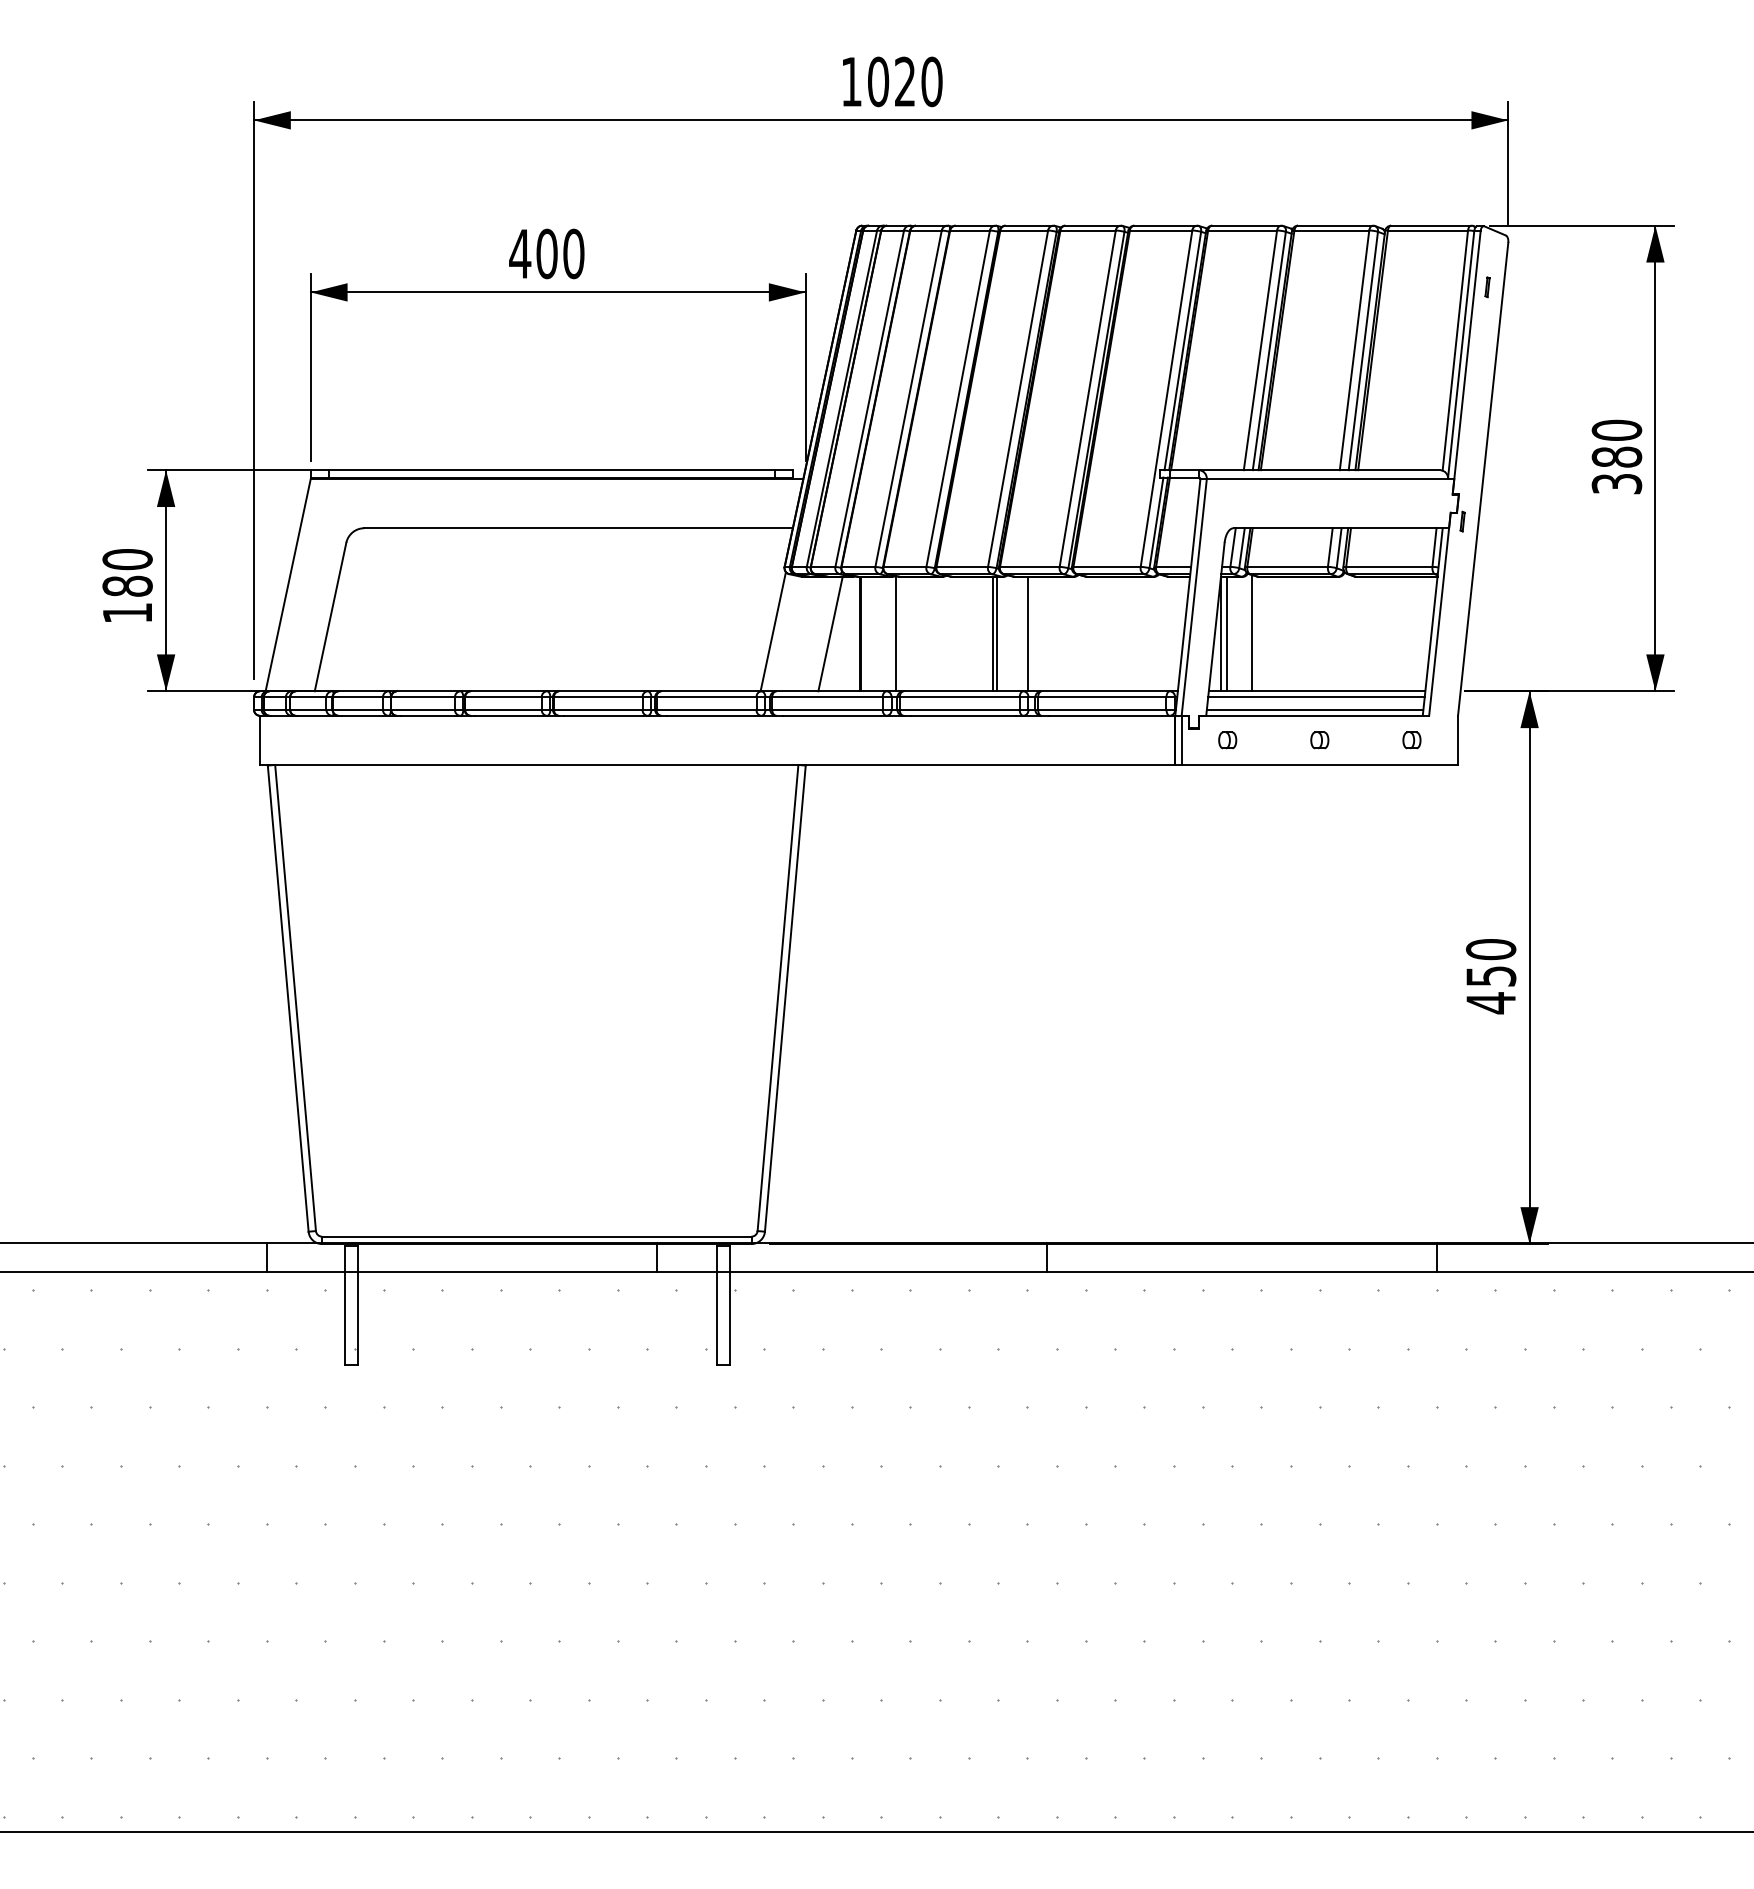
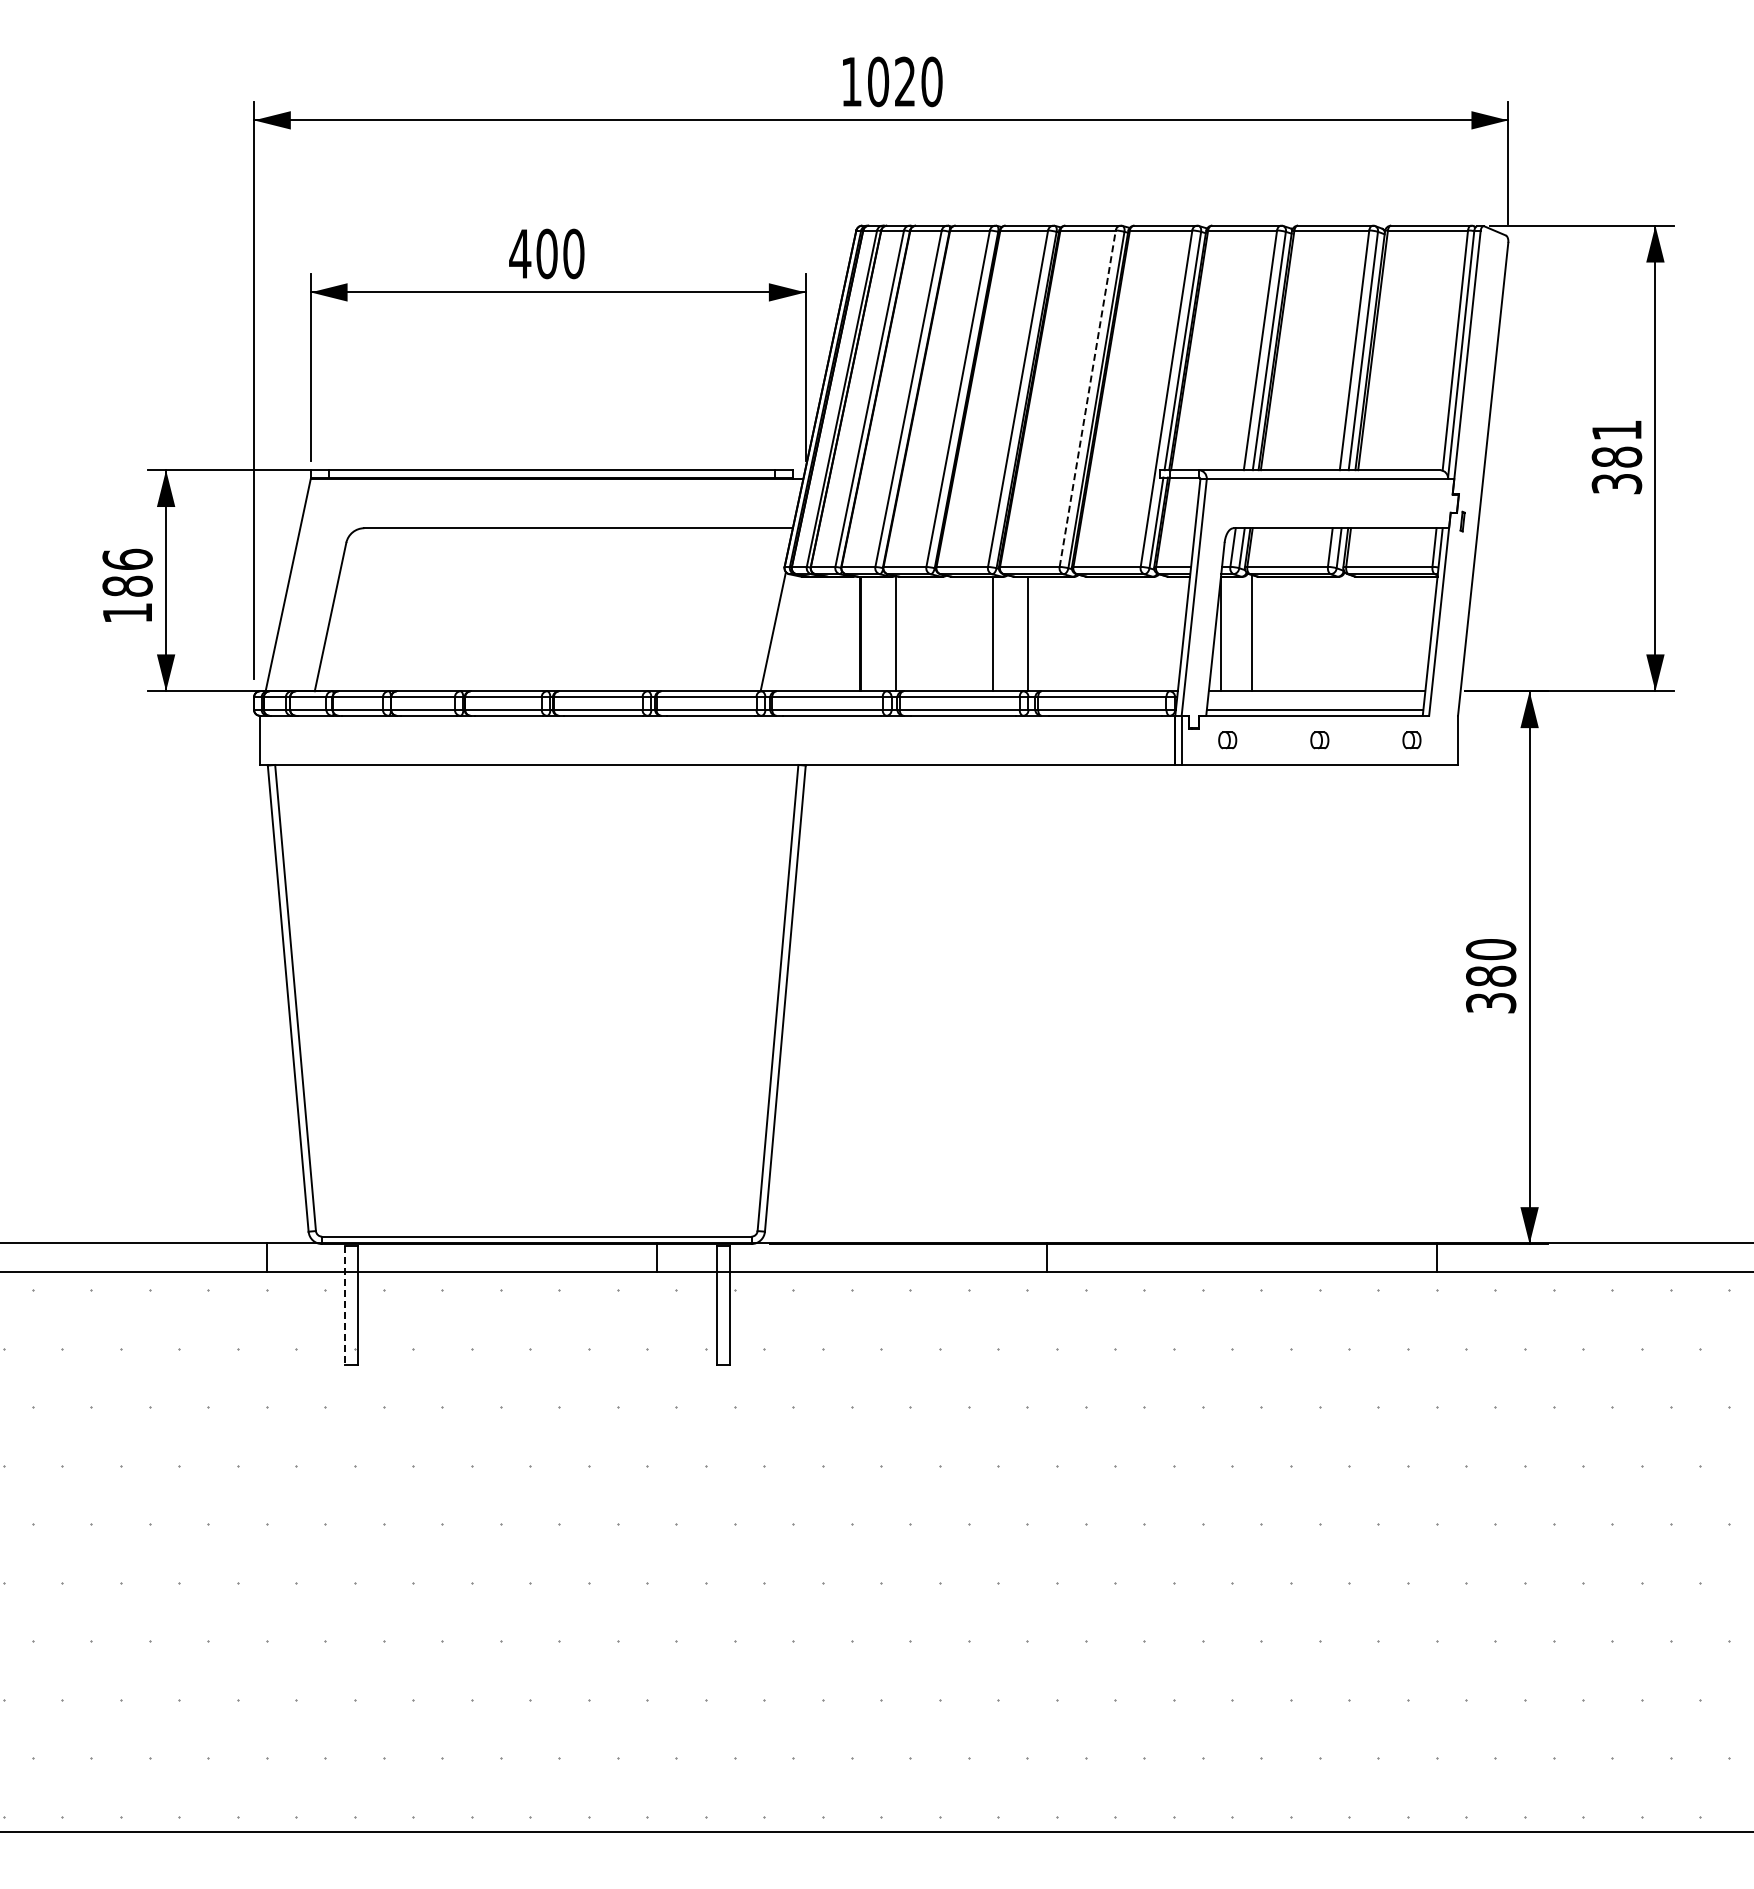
part at (1487, 287): present -> none
line at (1087, 398): solid -> dashed
text at (1616, 429): 380 -> 381
text at (127, 559): 180 -> 186
line at (830, 633): present -> none
line at (996, 633): present -> none
line at (1226, 633): present -> none
line at (1316, 697): present -> none
text at (1491, 989): 450 -> 380
line at (345, 1305): solid -> dashed
